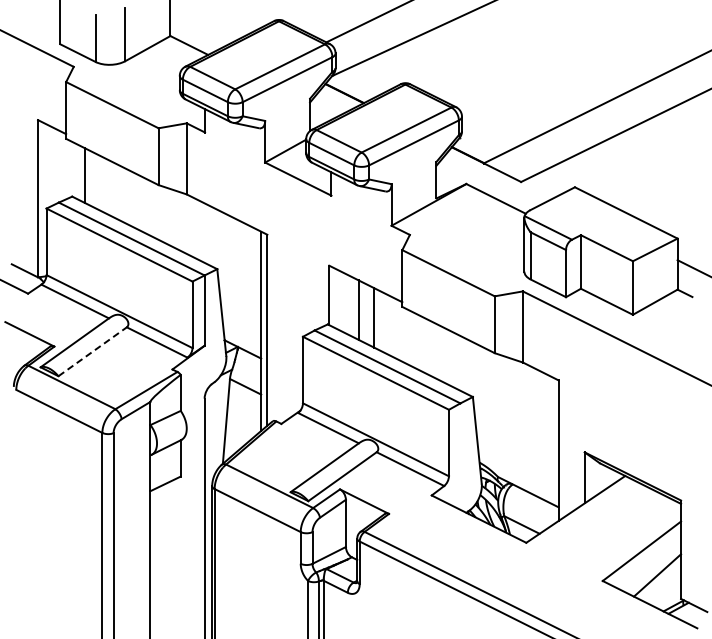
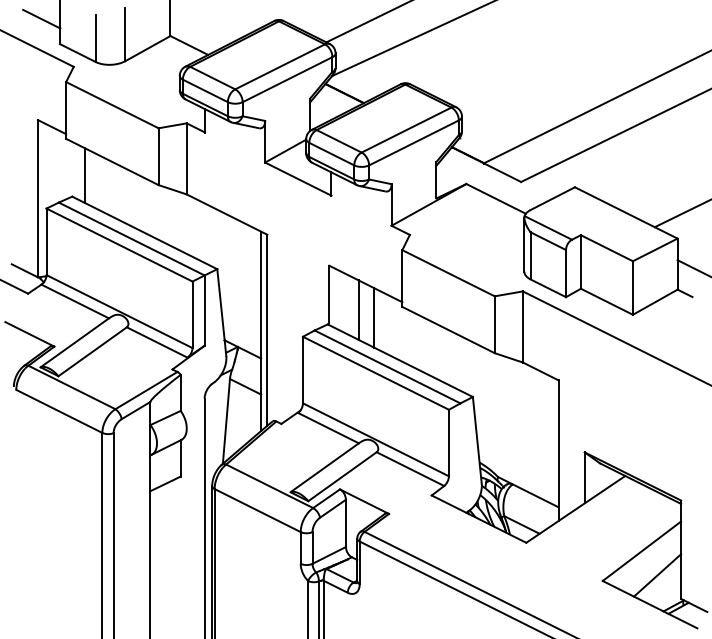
line at (41, 18): none -> present
line at (681, 213): none -> present
line at (93, 351): dashed -> solid
